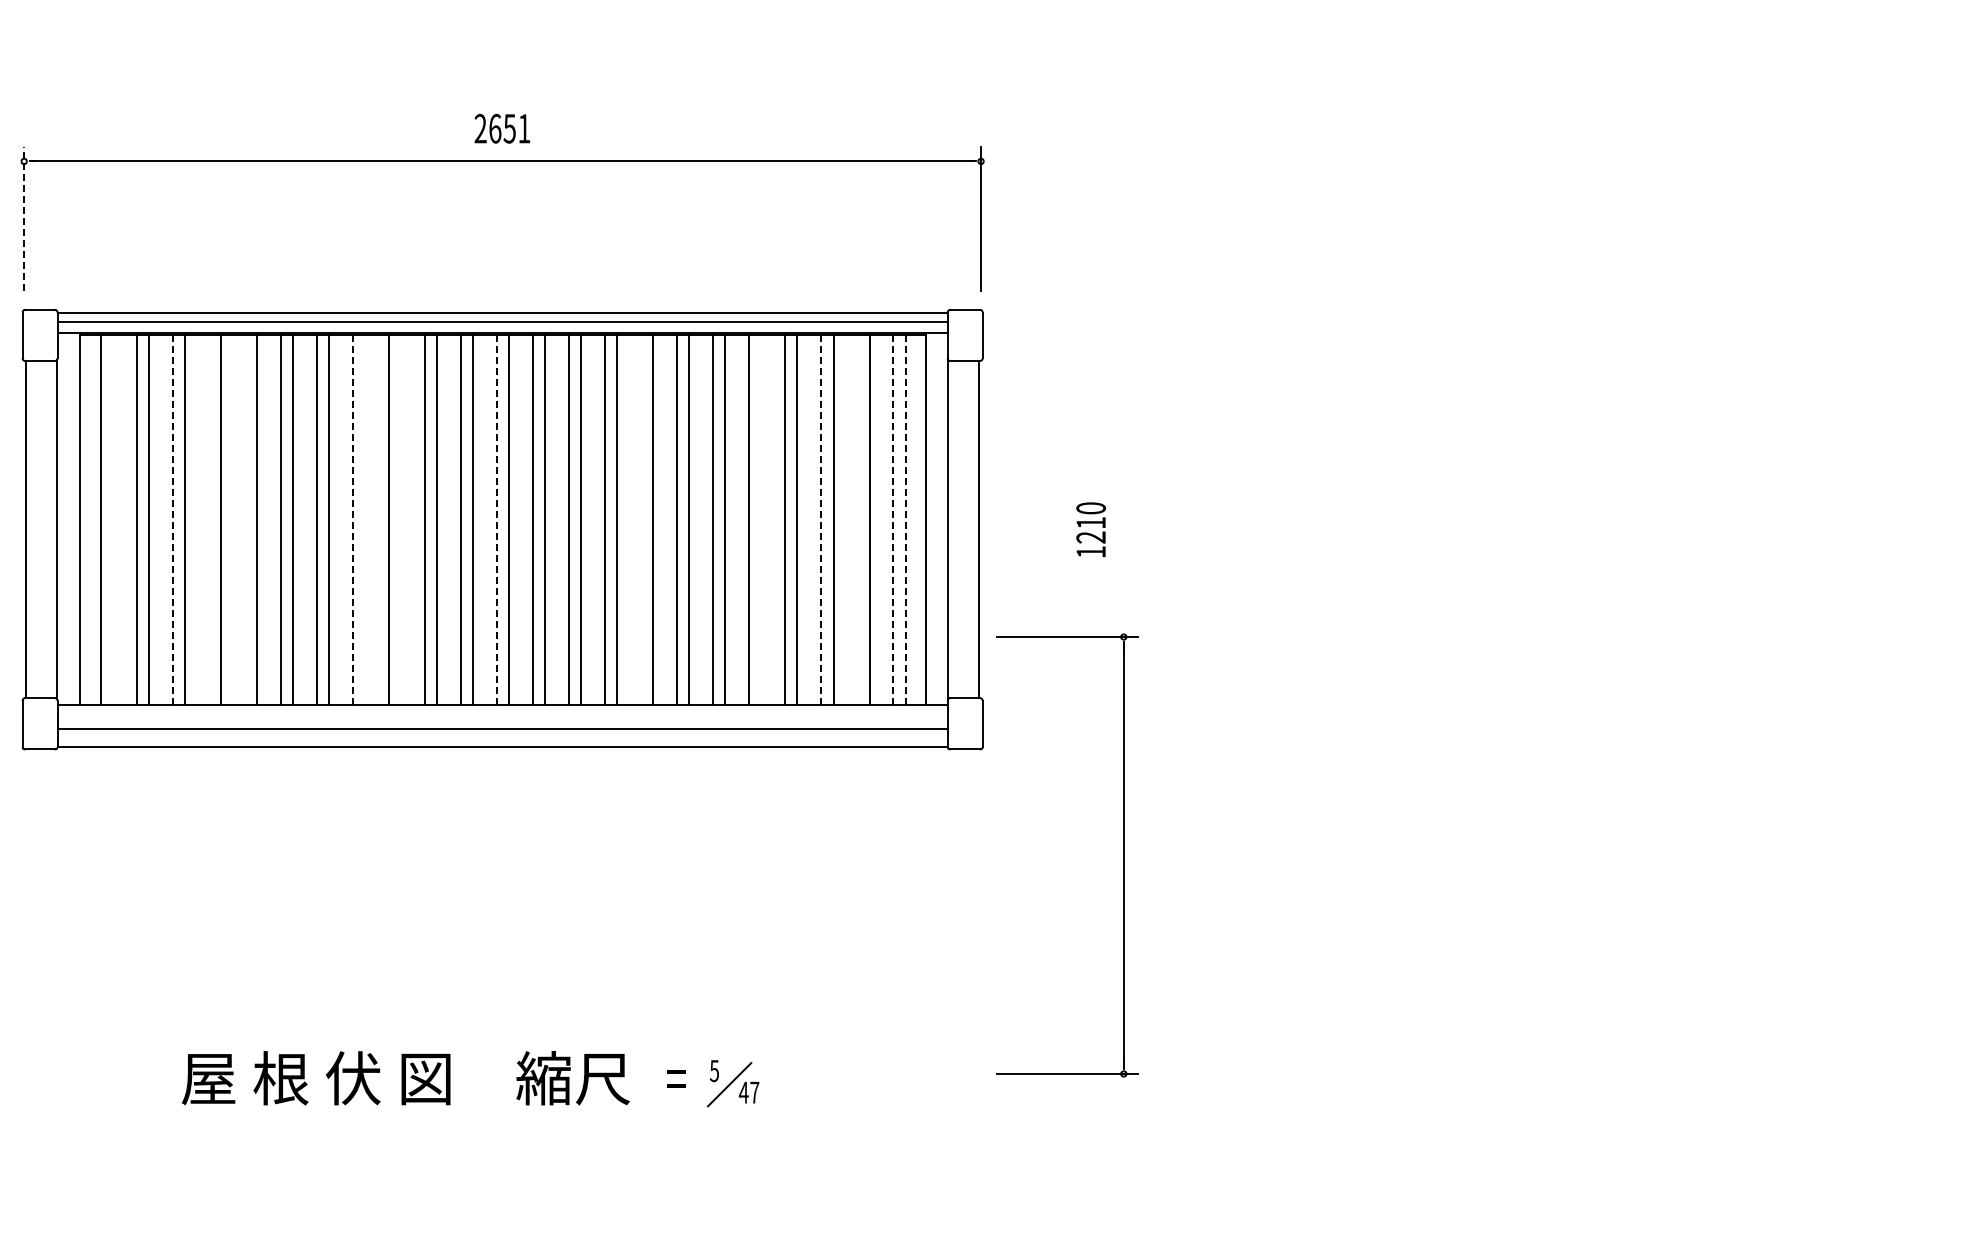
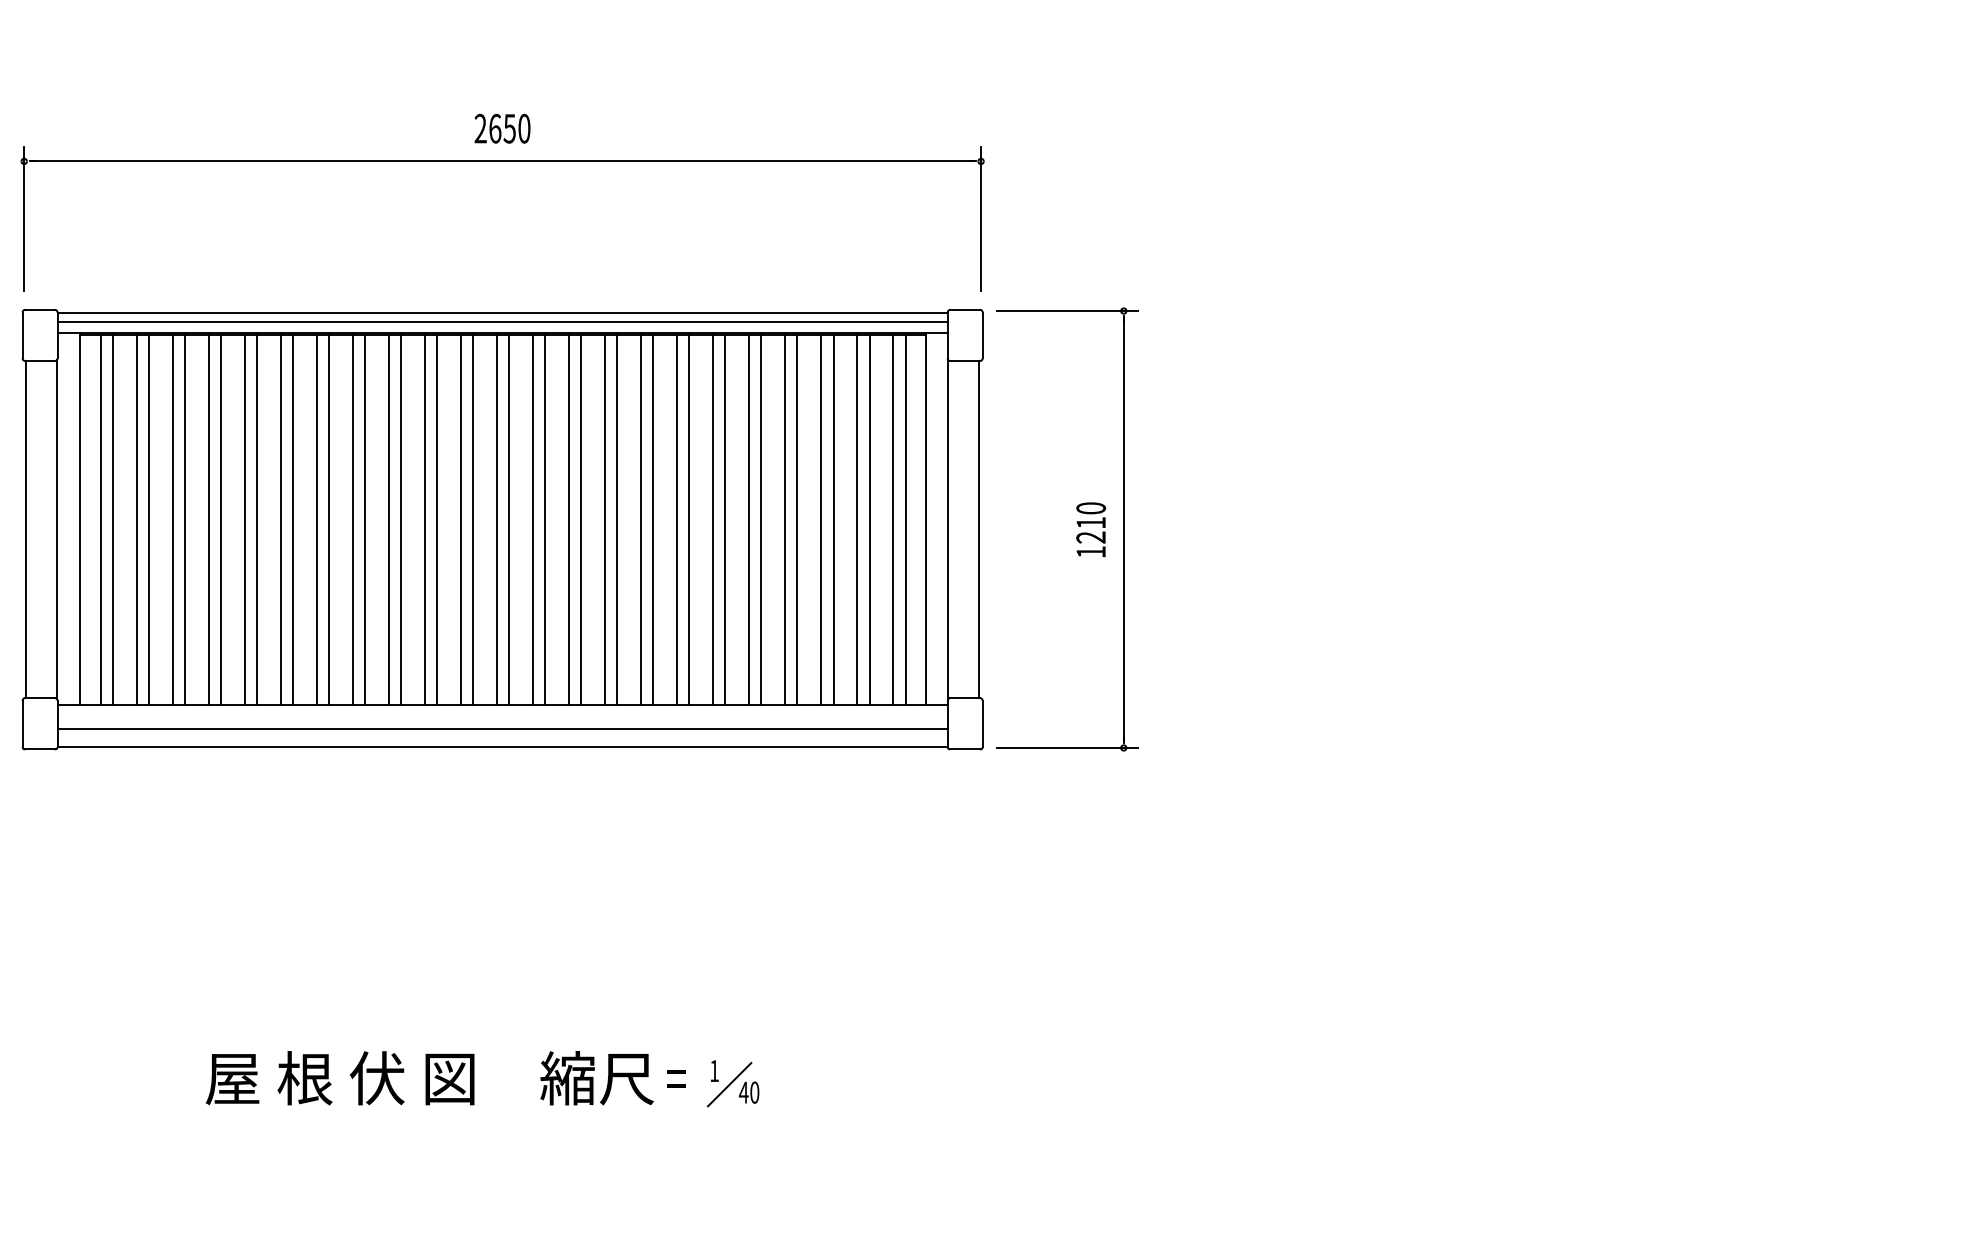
text at (524, 128): 2651 -> 2650
line at (24, 218): dashed -> solid
line at (112, 520): none -> present
line at (172, 520): dashed -> solid
line at (208, 520): none -> present
line at (244, 520): none -> present
line at (352, 520): dashed -> solid
line at (365, 520): none -> present
line at (401, 520): none -> present
line at (496, 520): dashed -> solid
line at (640, 520): none -> present
line at (761, 520): none -> present
line at (820, 520): dashed -> solid
line at (856, 520): none -> present
line at (892, 520): dashed -> solid
line at (905, 520): dashed -> solid
part at (1123, 855) position: (1123, 855) -> (1123, 529)
text at (713, 1071): 5 -> 1
text at (405, 1078) position: (405, 1078) -> (429, 1078)
text at (754, 1092): 47 -> 40
